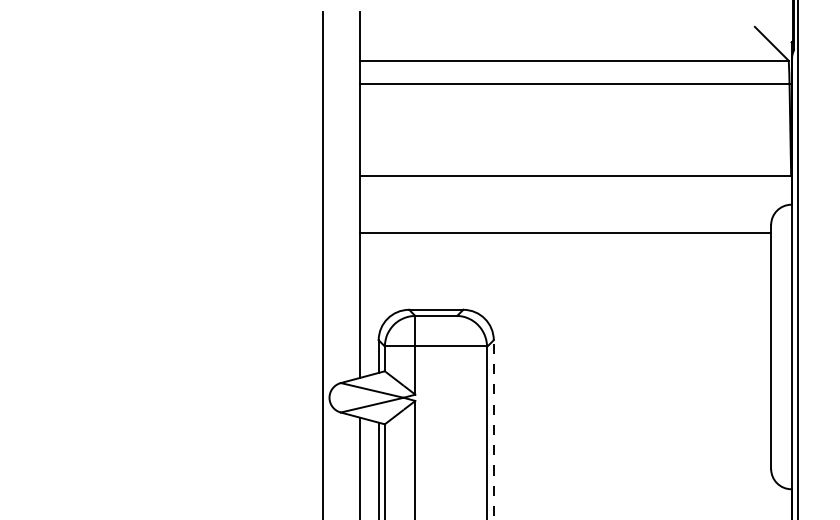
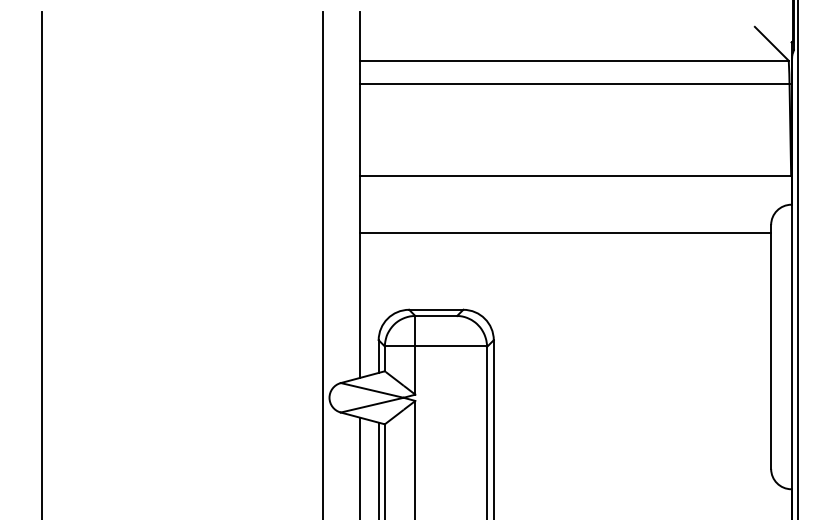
line at (41, 263): none -> present
line at (493, 429): dashed -> solid
